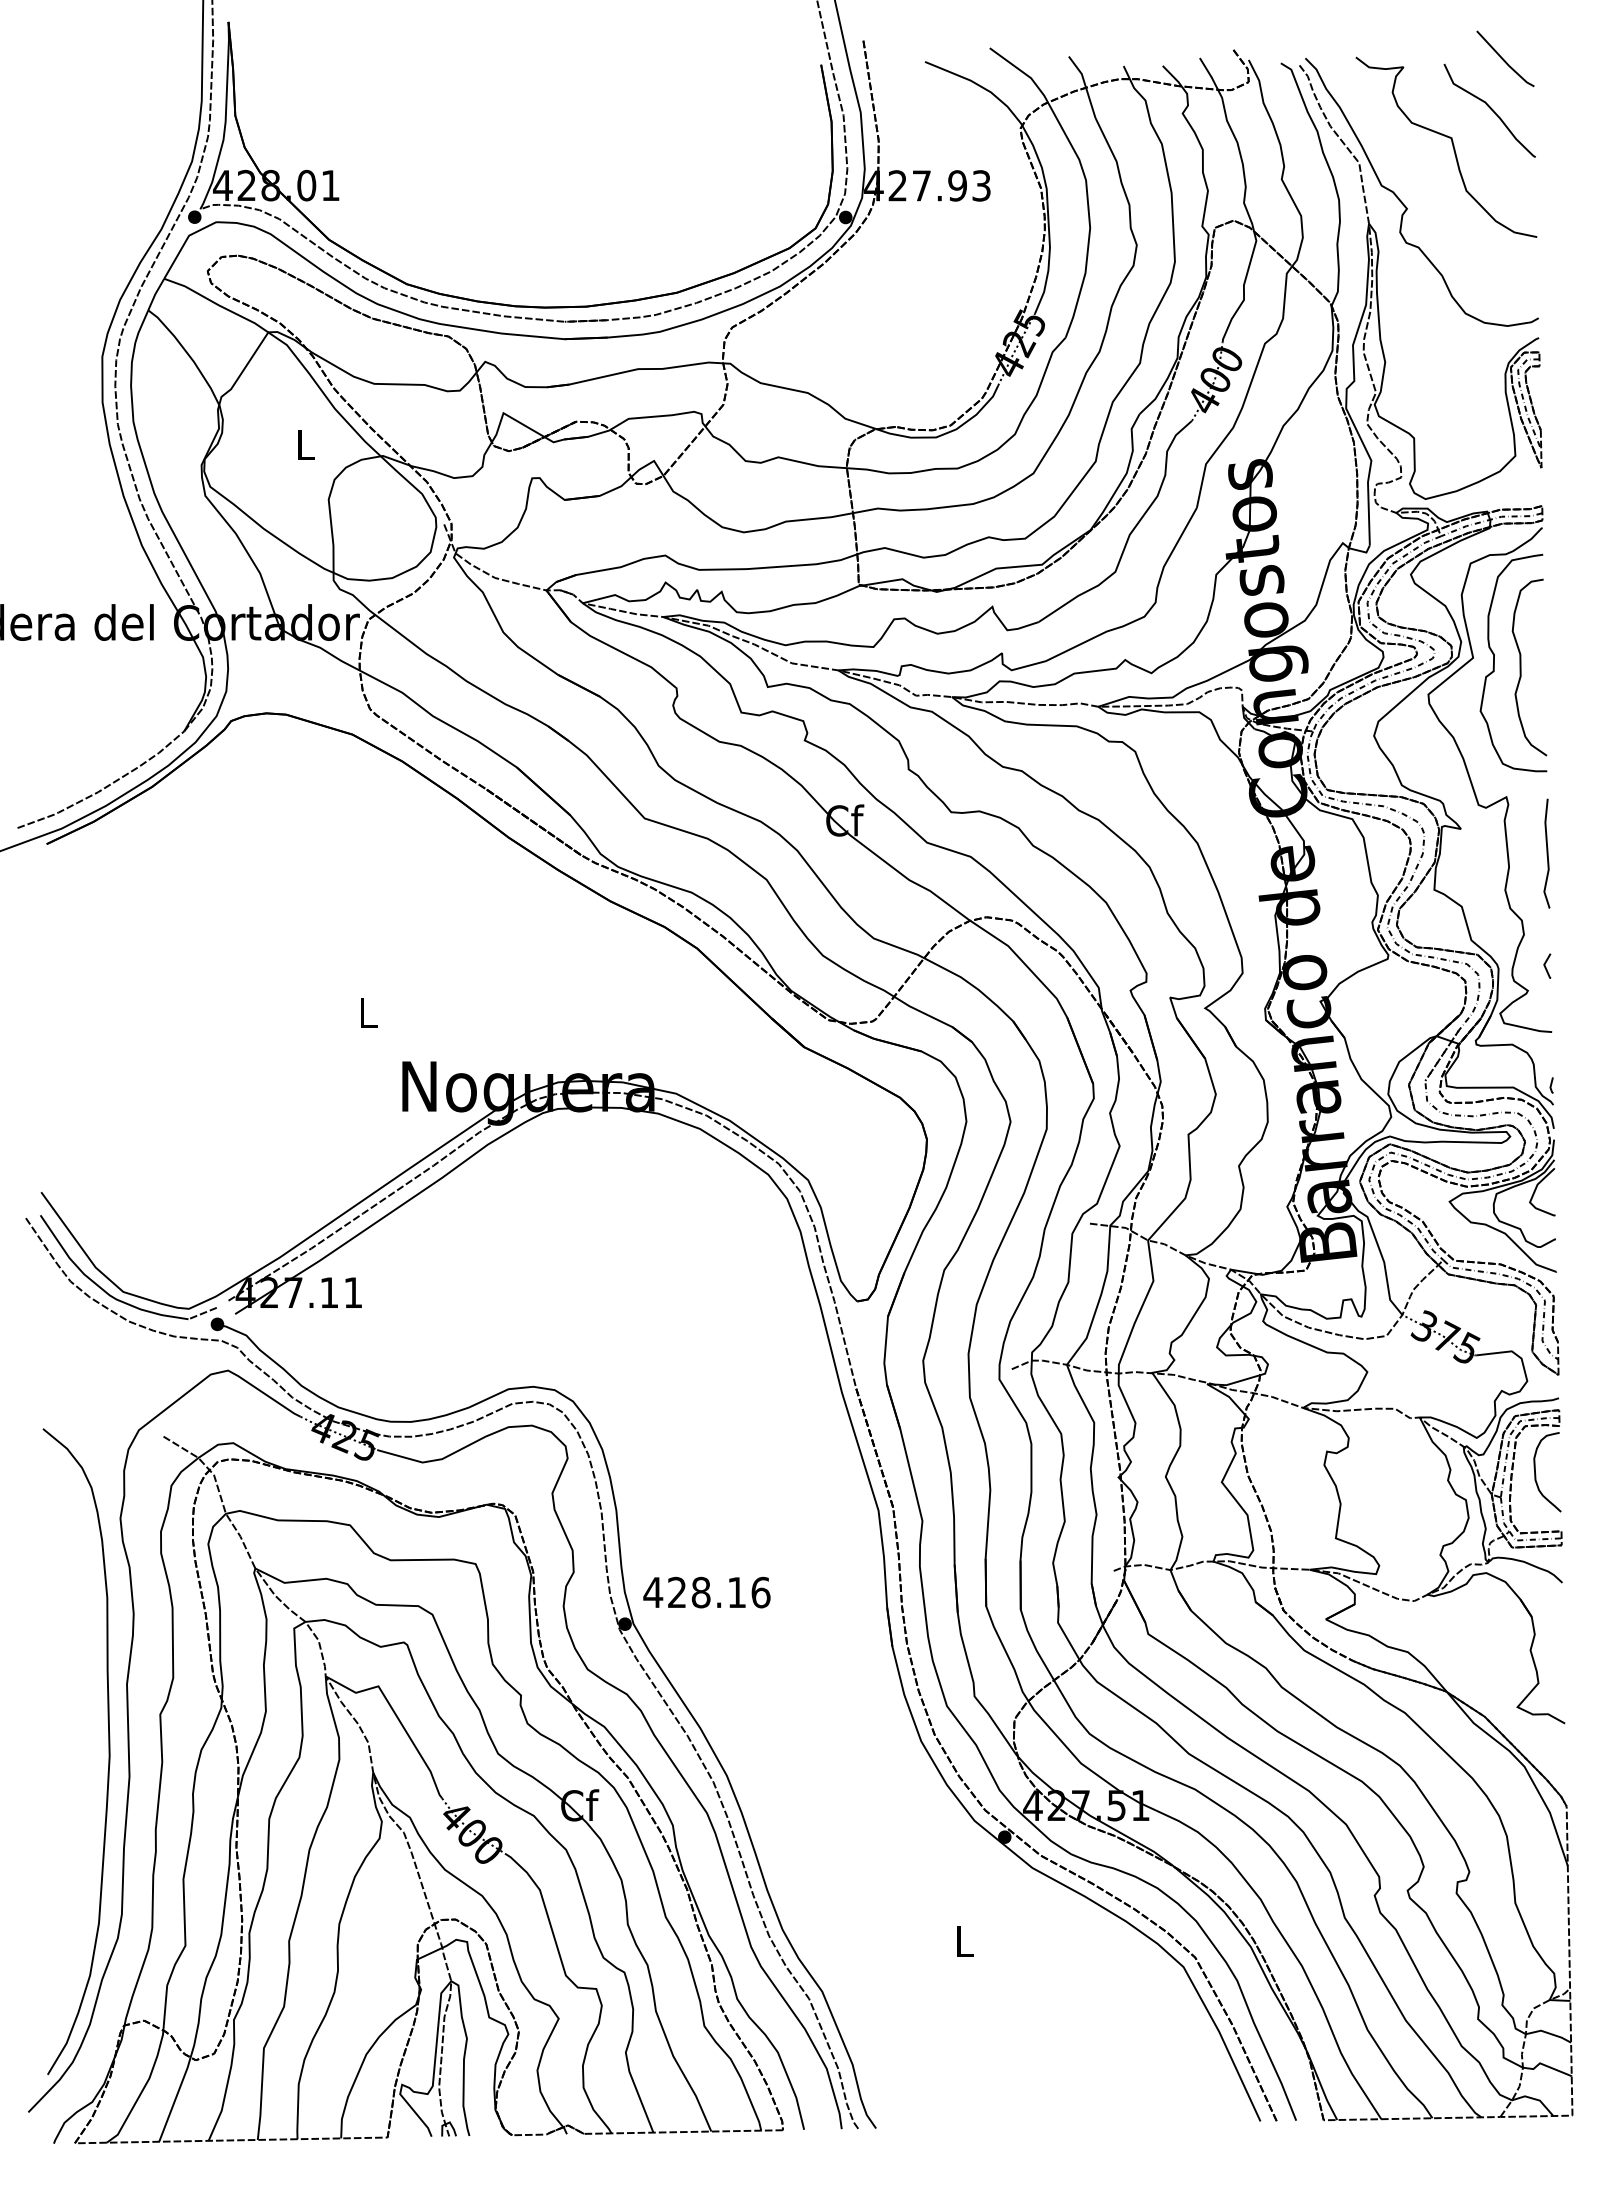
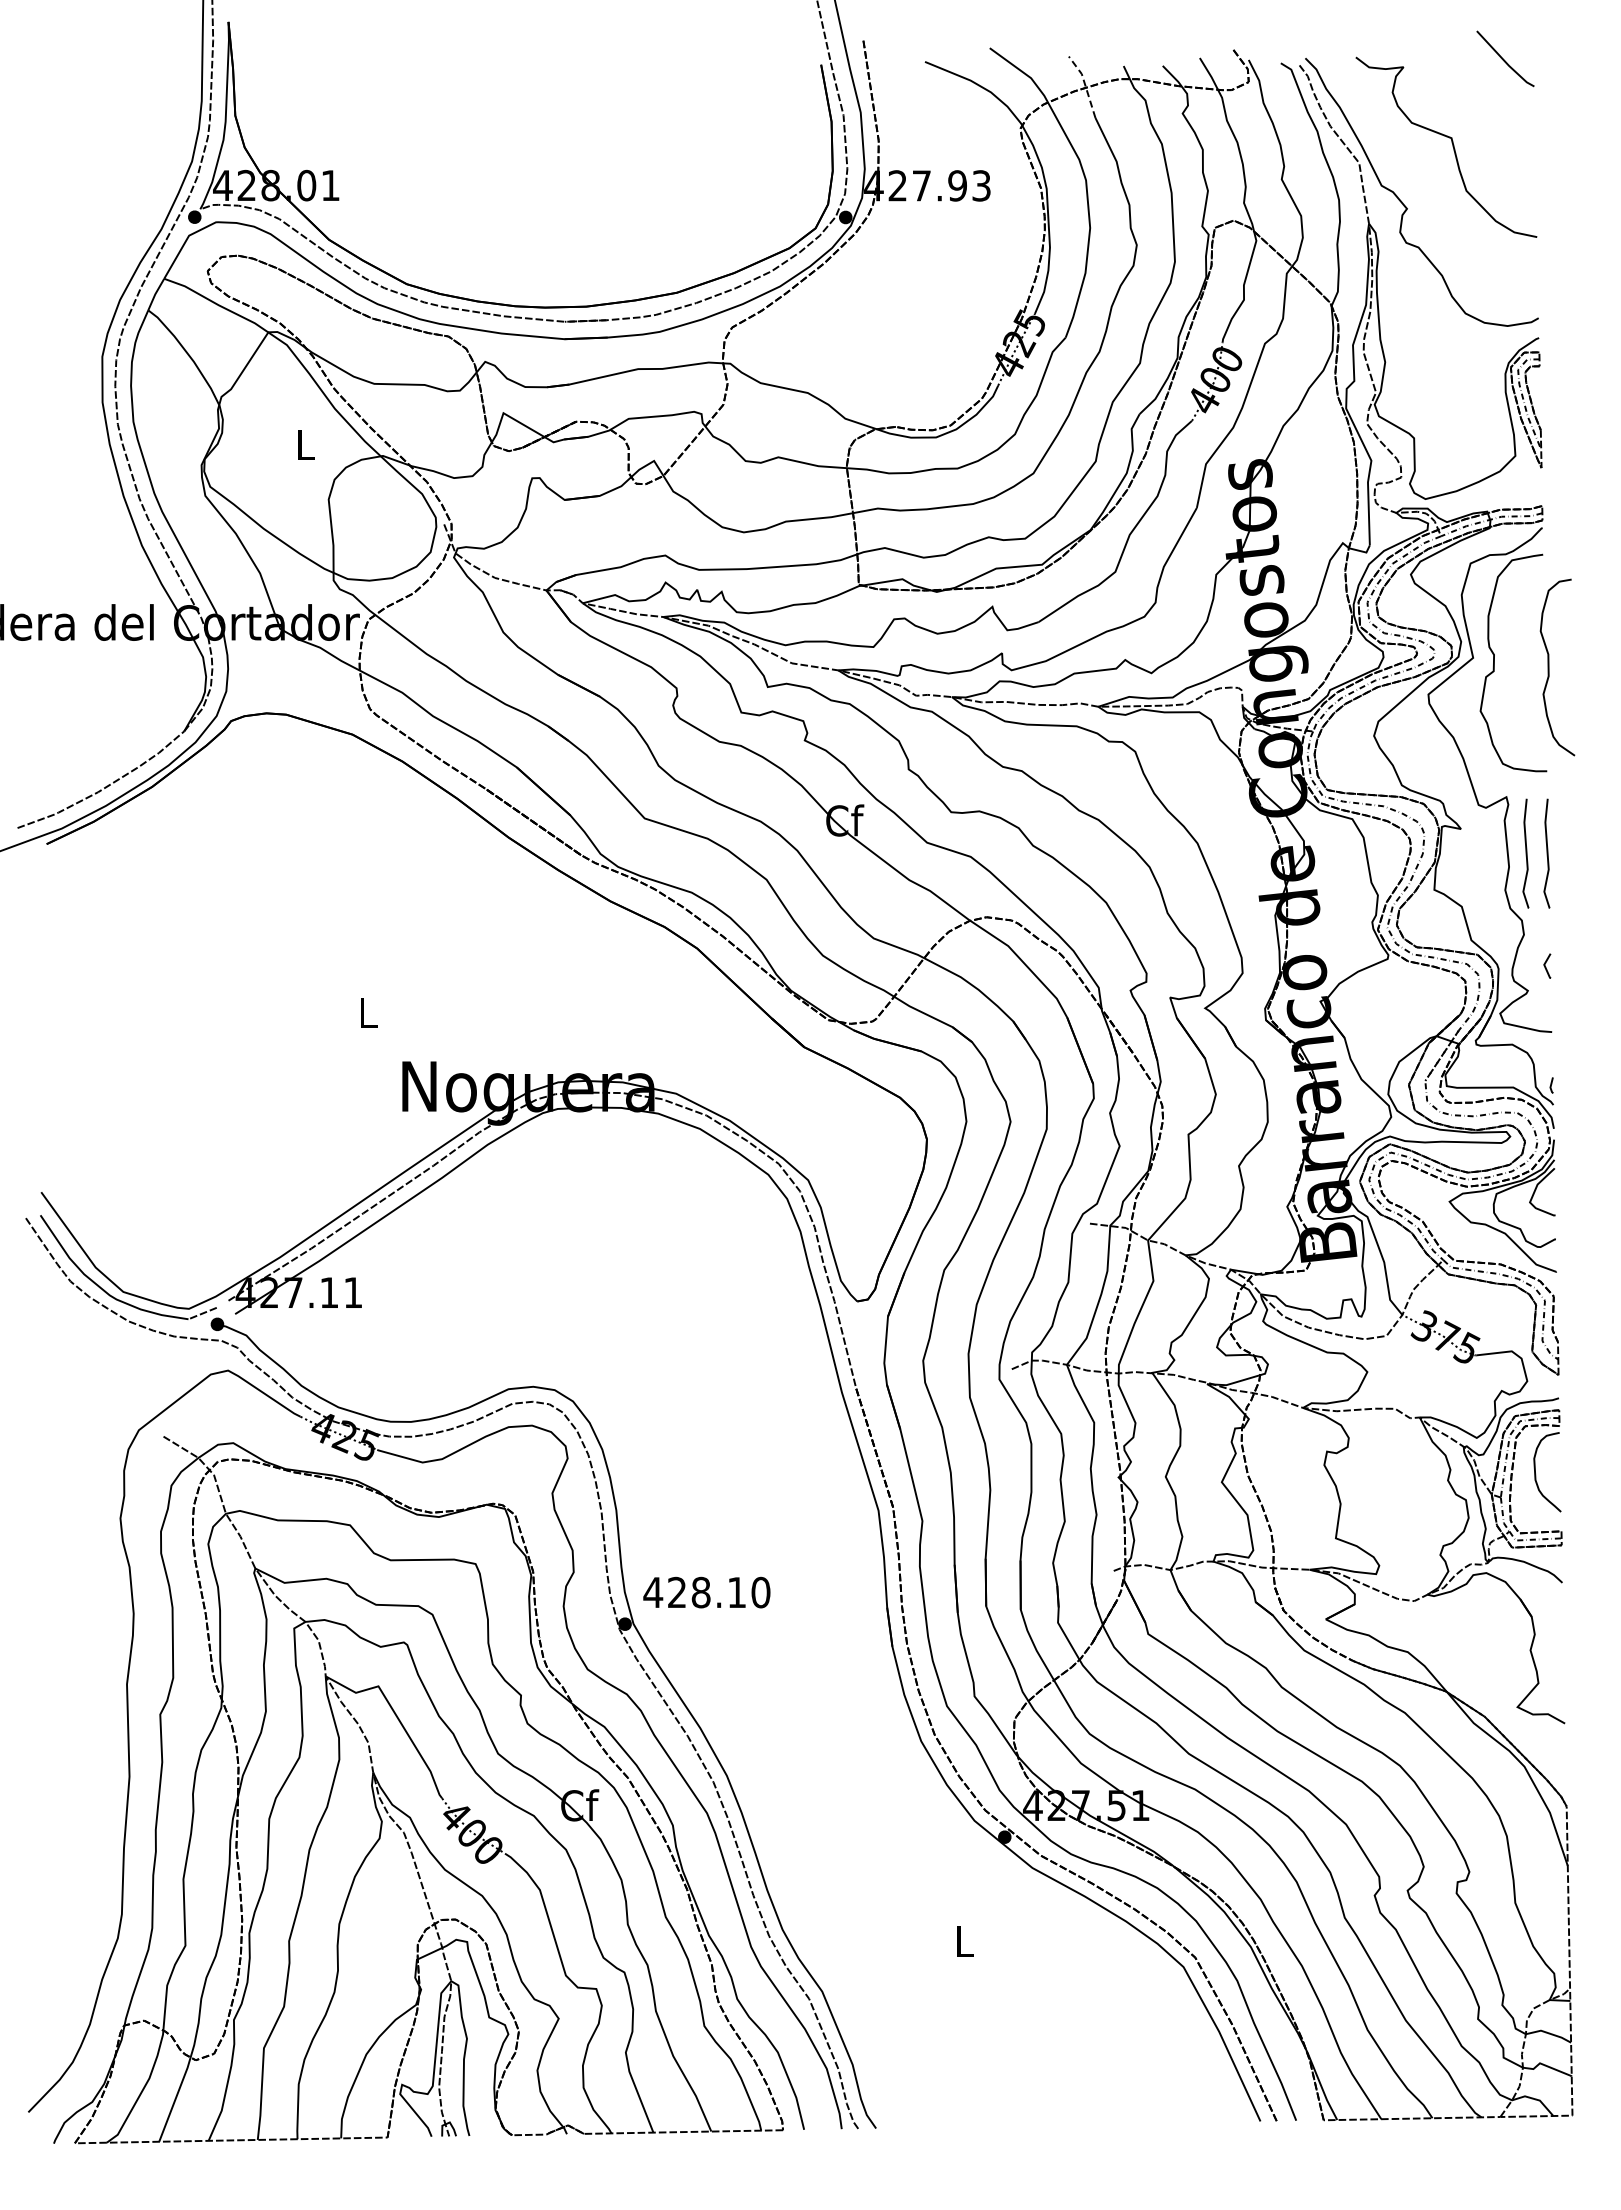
line at (1085, 85): solid -> dashed
curve at (1490, 109): present -> none
curve at (1521, 667) position: (1521, 667) -> (1549, 667)
curve at (1525, 853): none -> present
text at (760, 1592): 428.16 -> 428.10
curve at (108, 1751): present -> none
